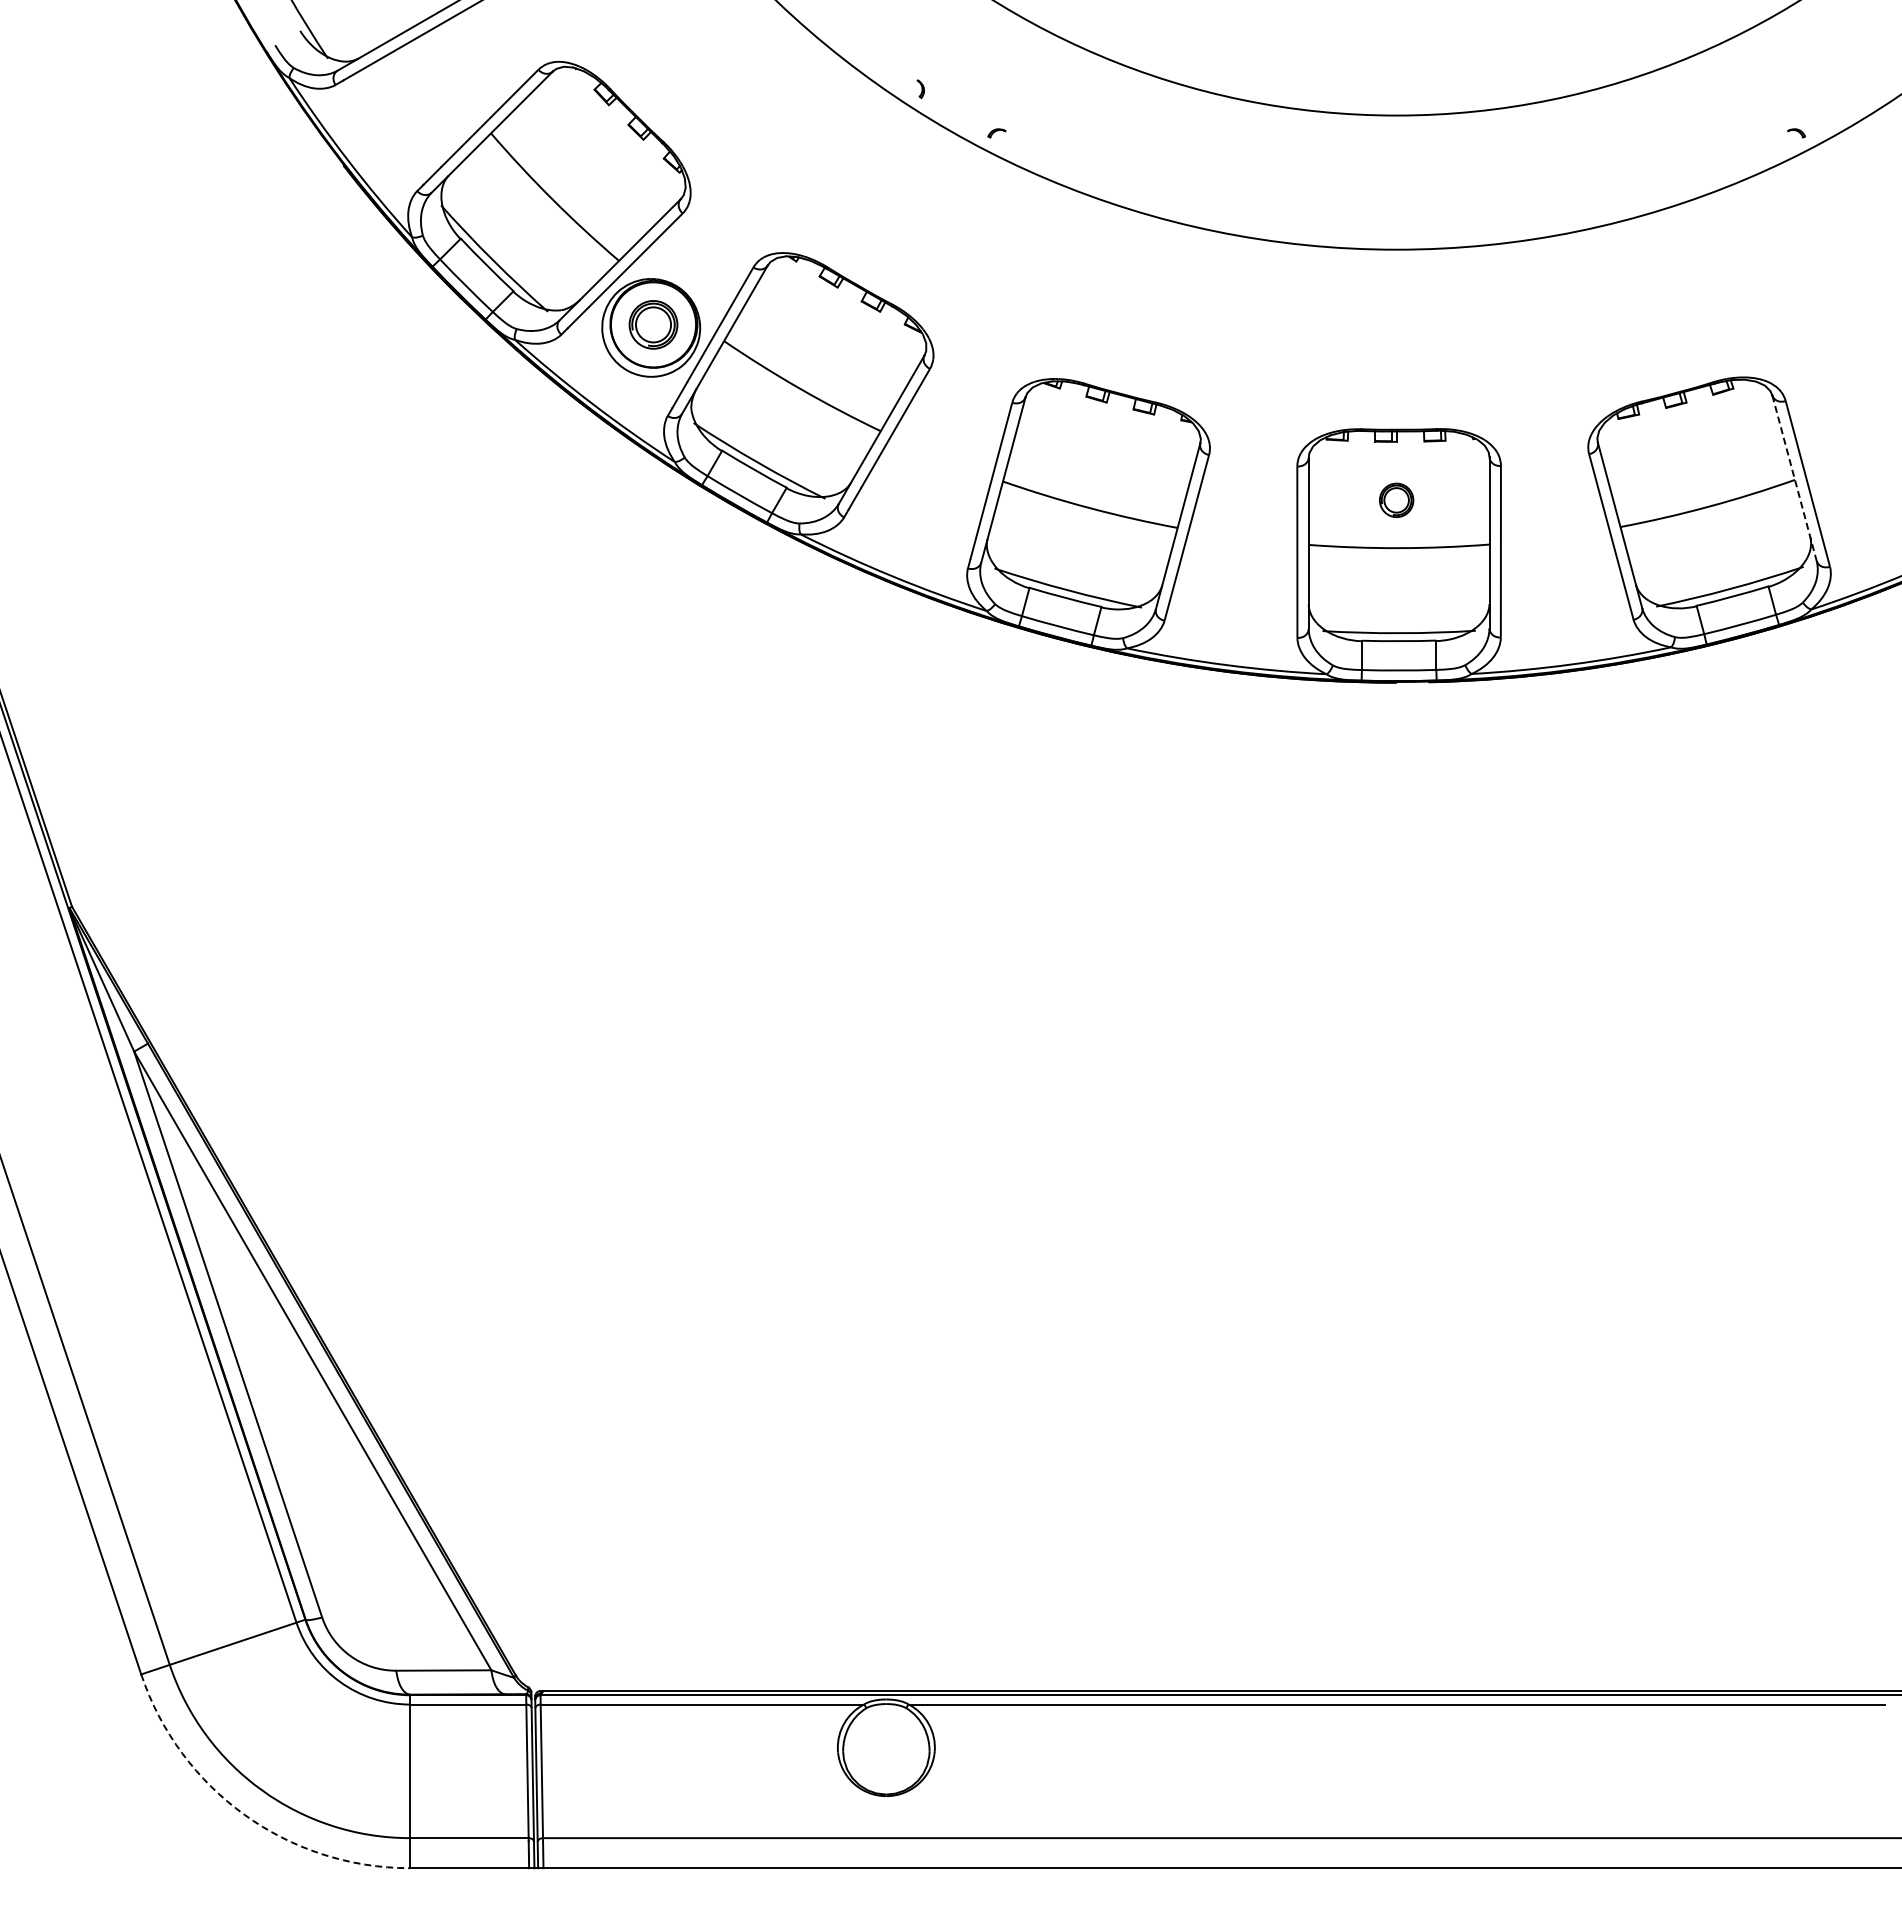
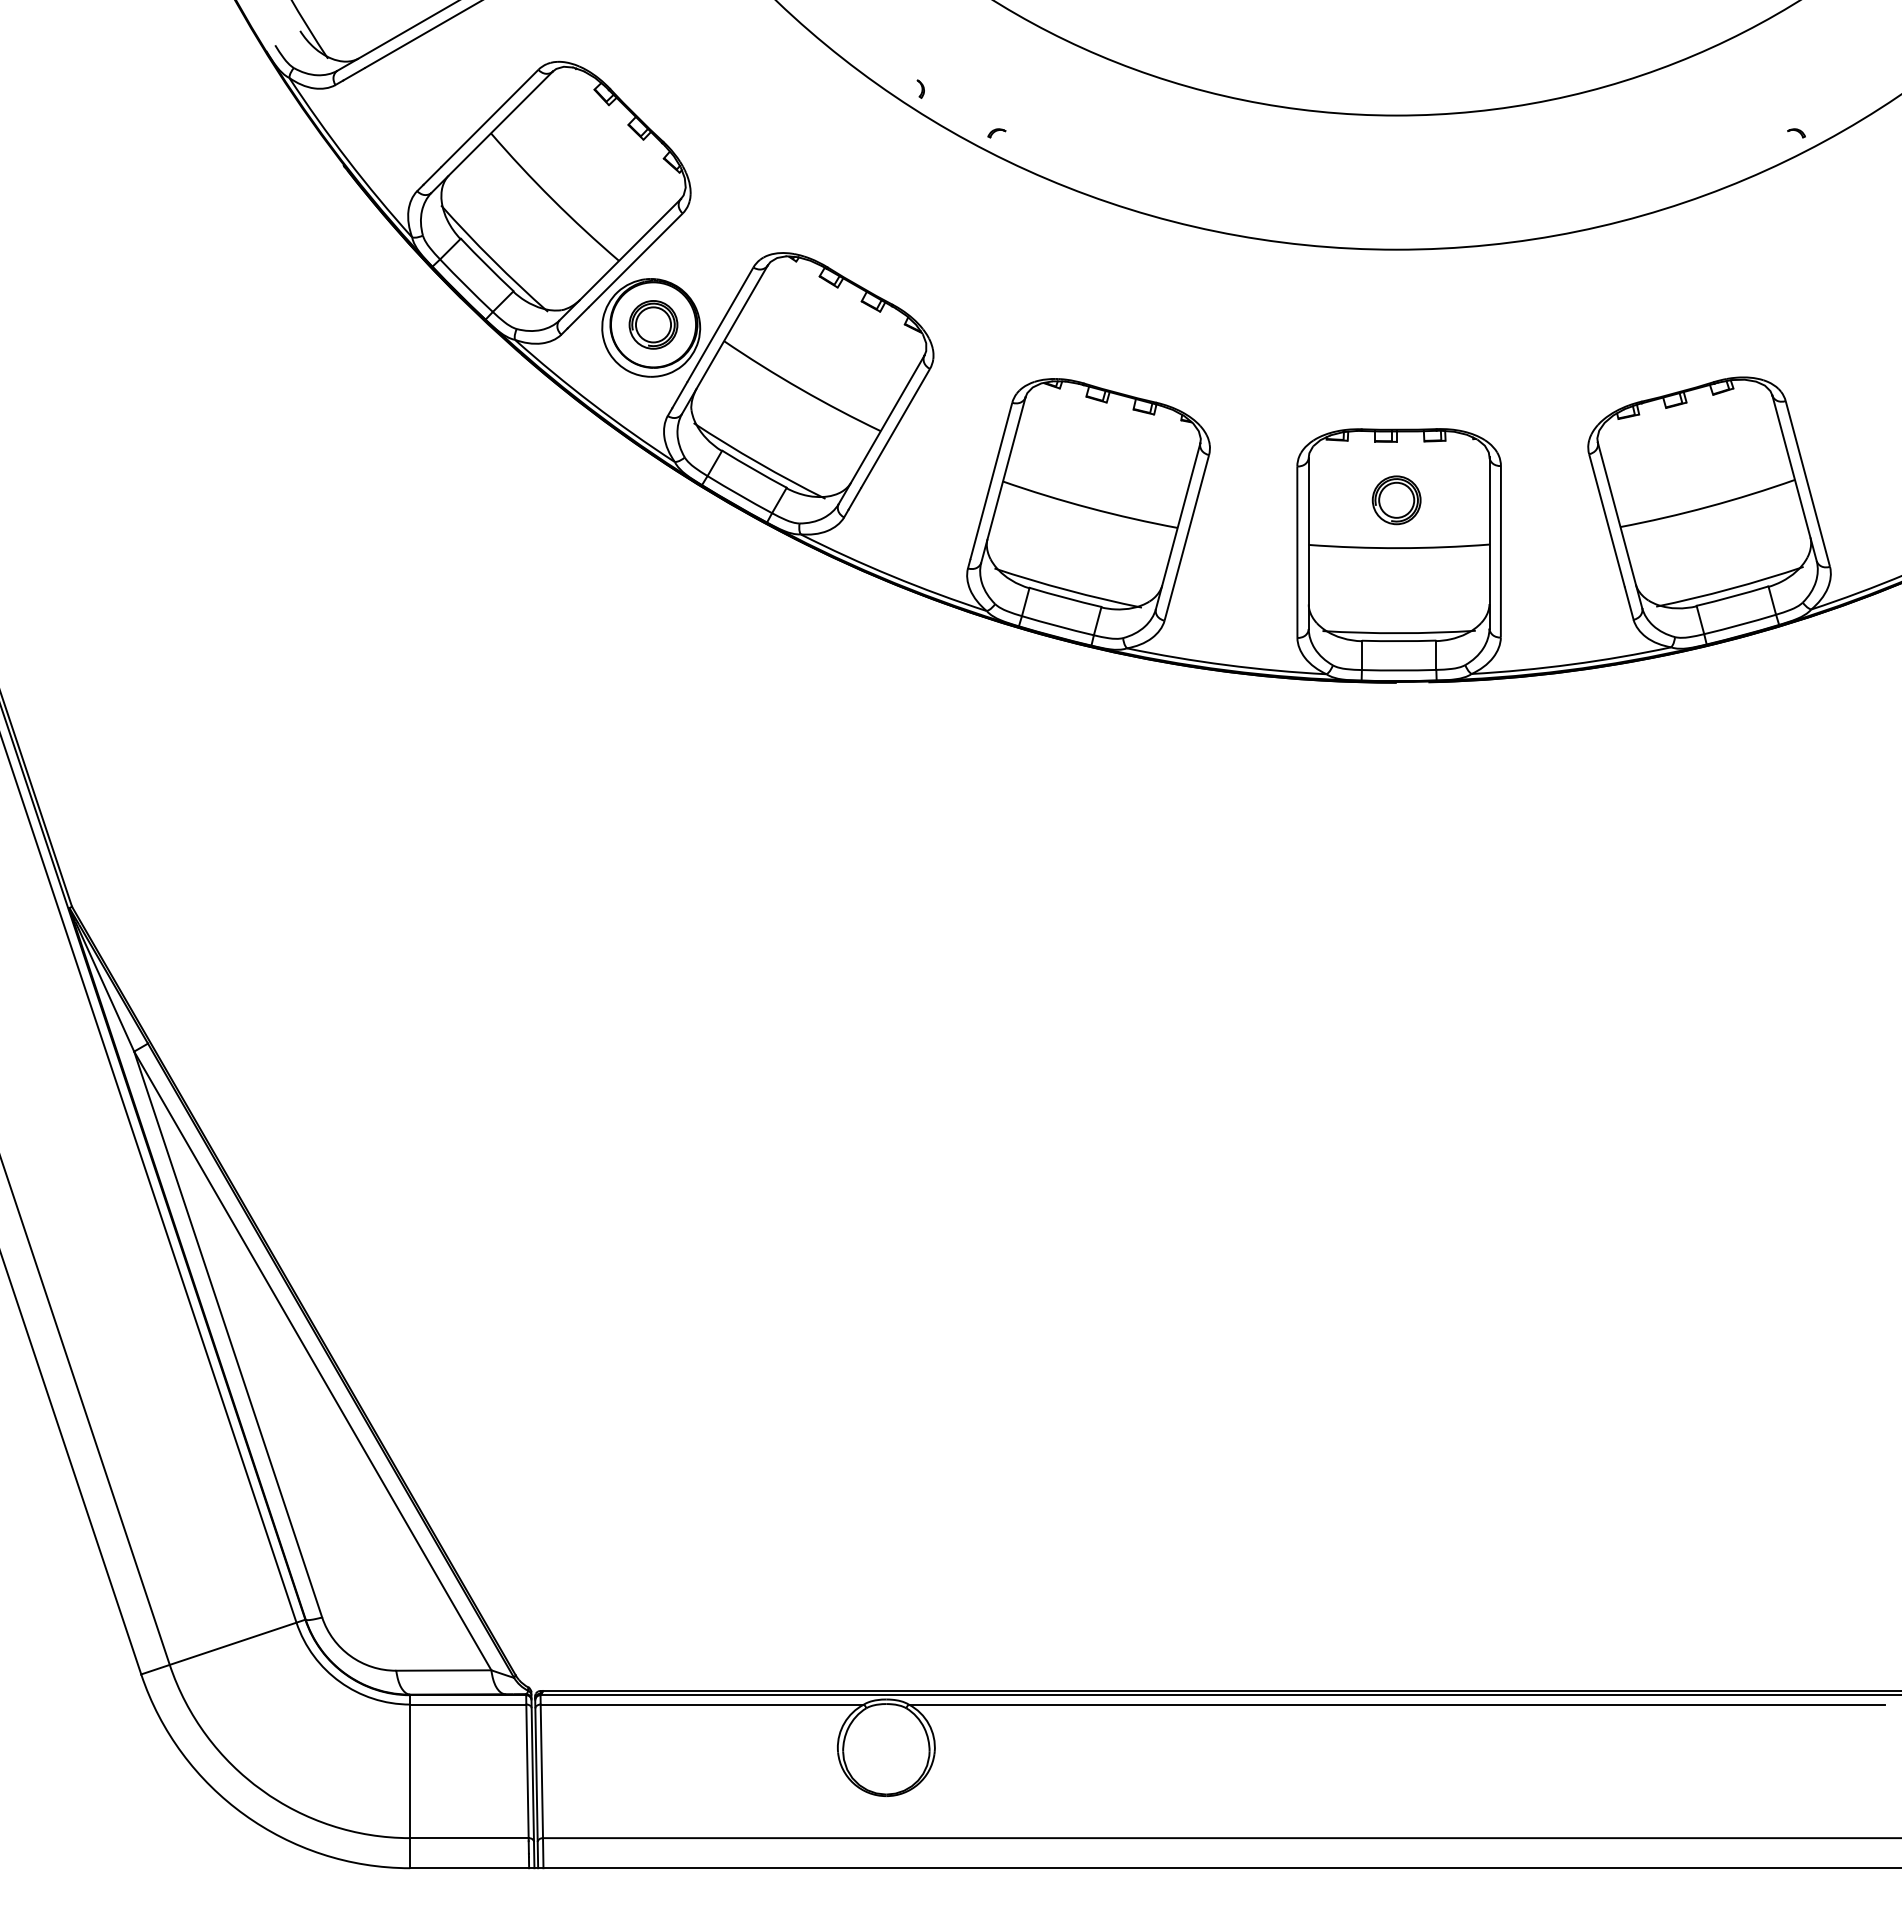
line at (1794, 478): dashed -> solid
part at (1396, 499) size: 36x36 px -> 51x51 px
arc at (244, 1814): dashed -> solid
